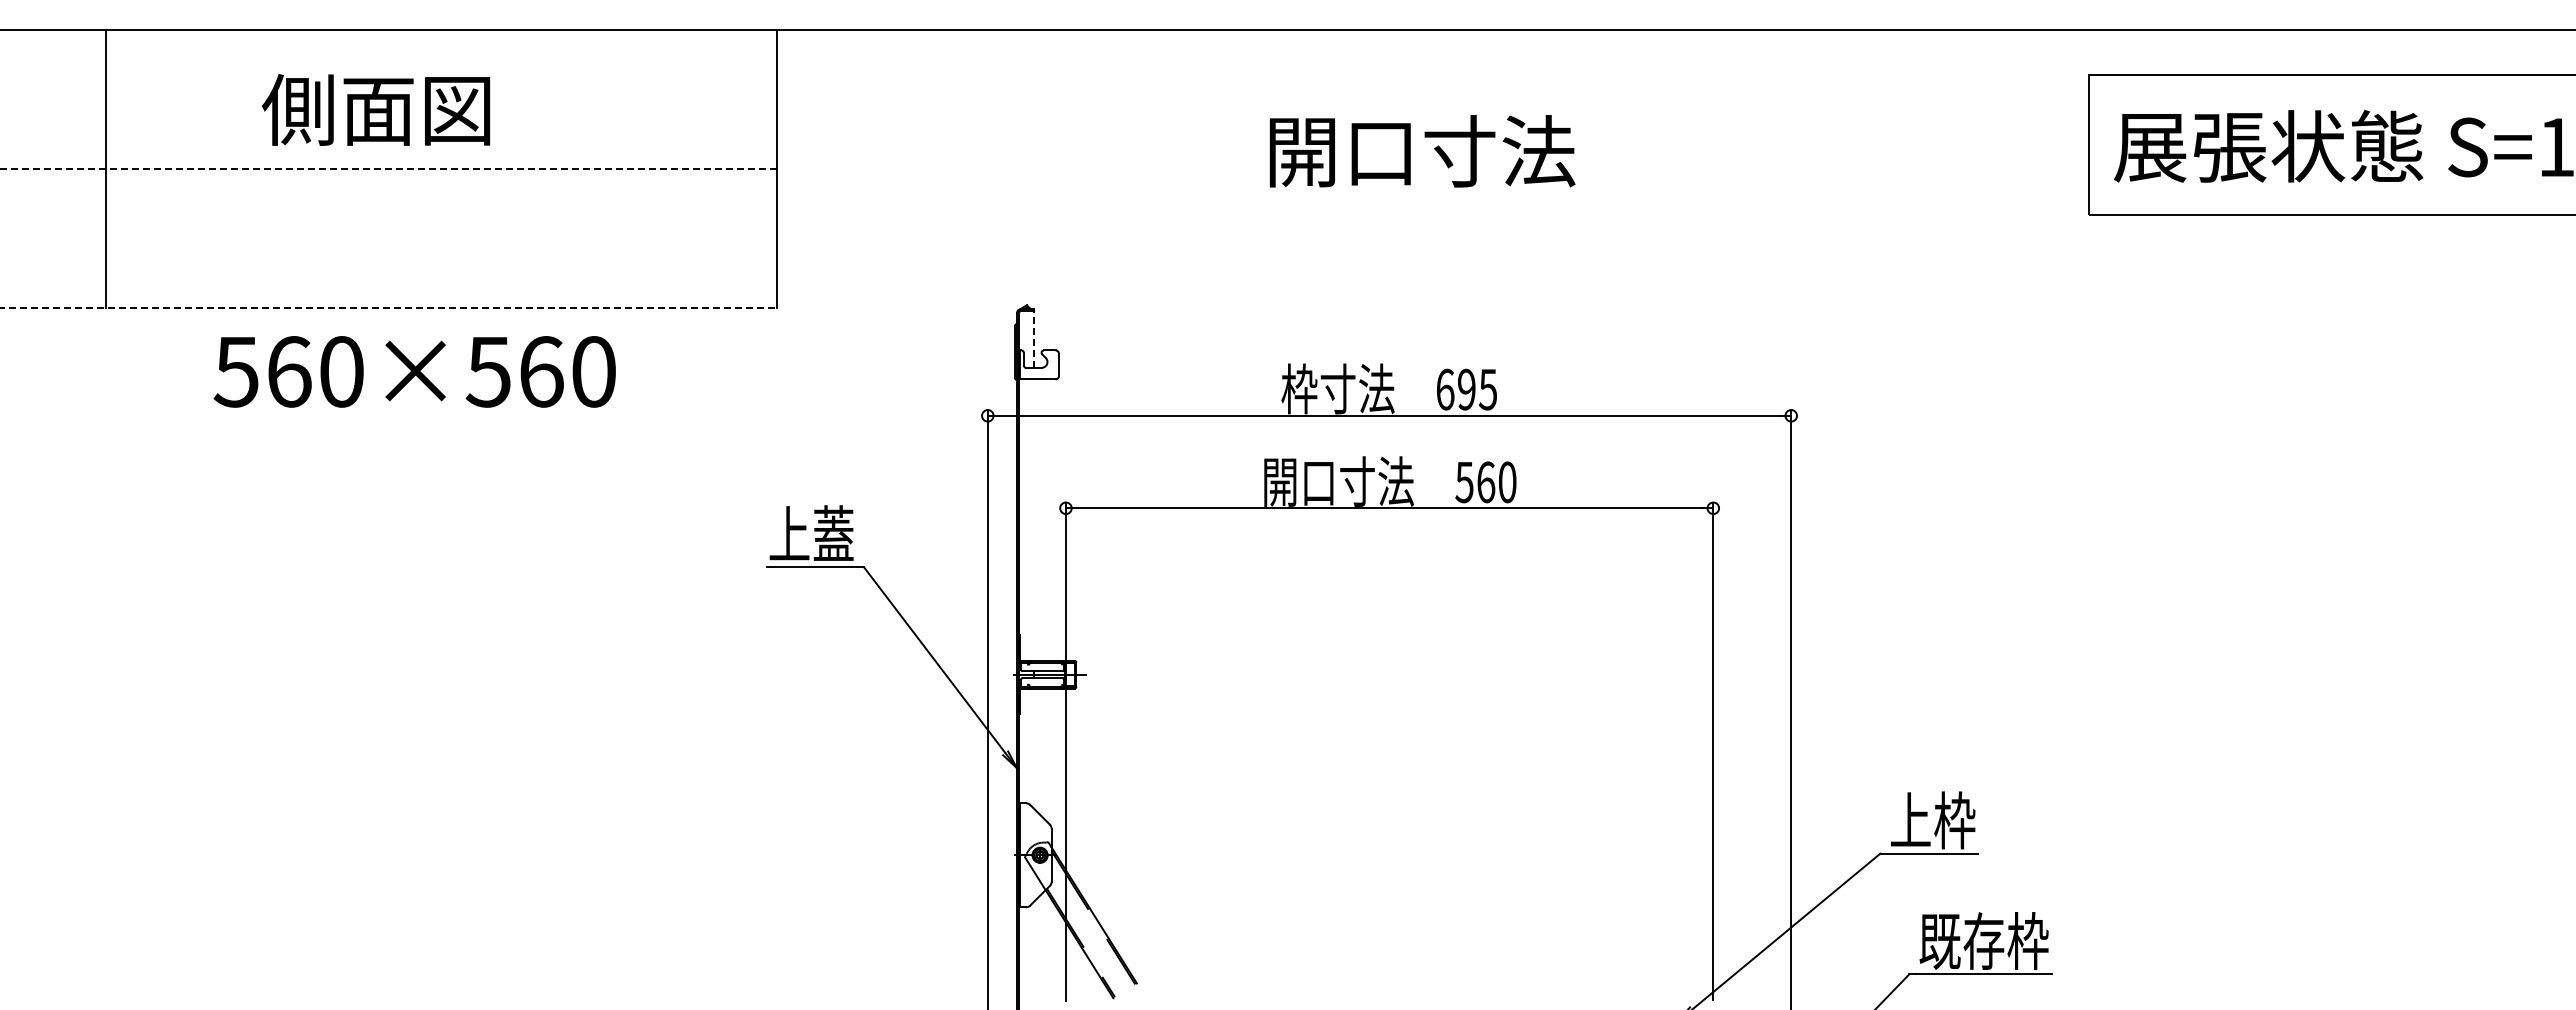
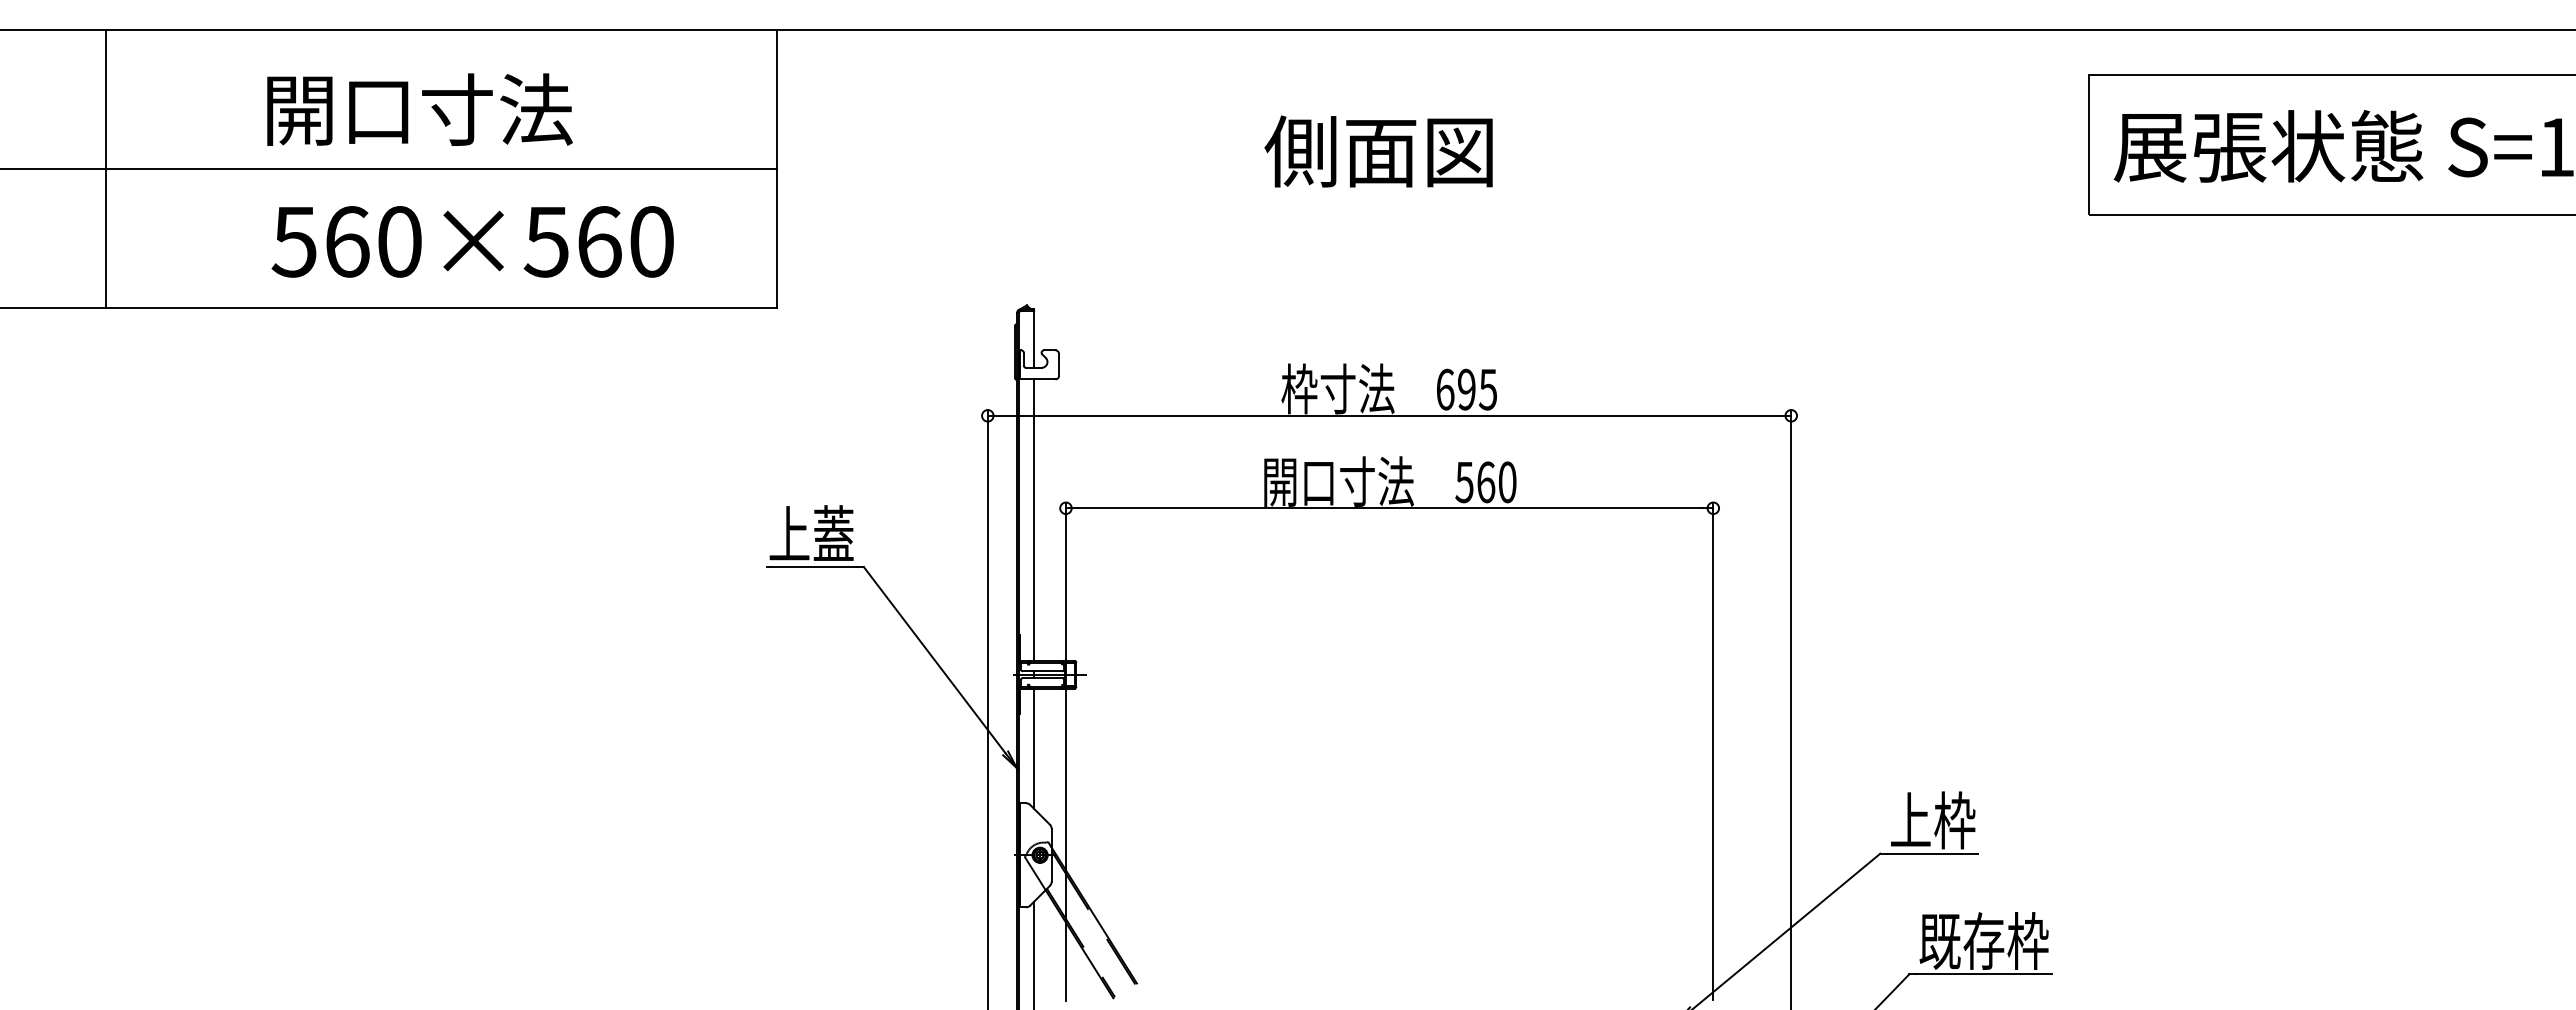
text at (417, 109): 側面図 -> 開口寸法
text at (1419, 151): 開口寸法 -> 側面図
line at (388, 168): dashed -> solid
line at (389, 307): dashed -> solid
line at (1034, 338): dashed -> solid
text at (414, 371) position: (414, 371) -> (472, 241)
line at (1034, 519): none -> present
line at (1034, 748): none -> present
line at (1034, 953): none -> present
